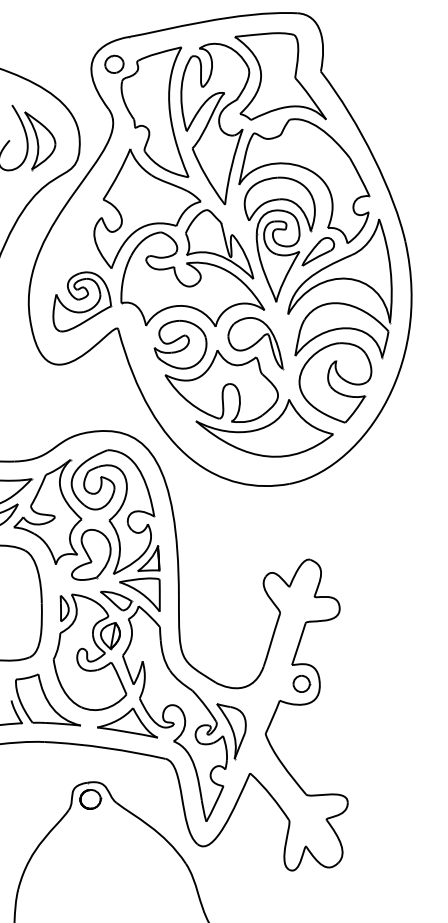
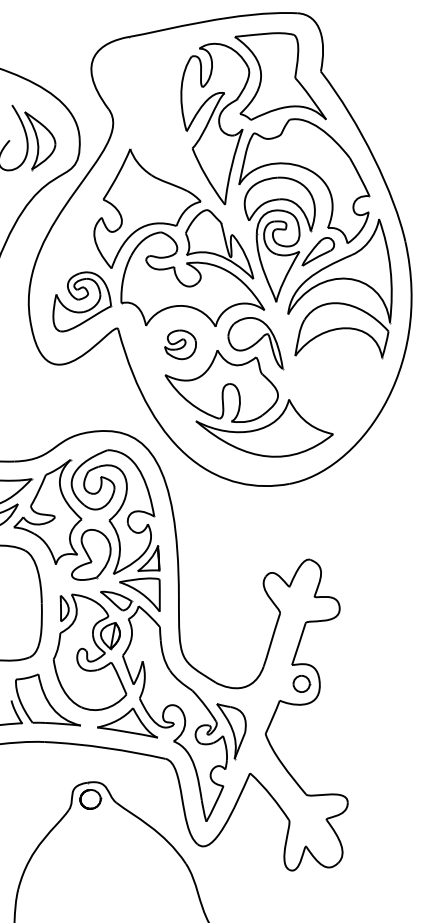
part at (146, 111): present -> none
part at (180, 344) size: 55x50 px -> 33x32 px
part at (335, 382): present -> none
